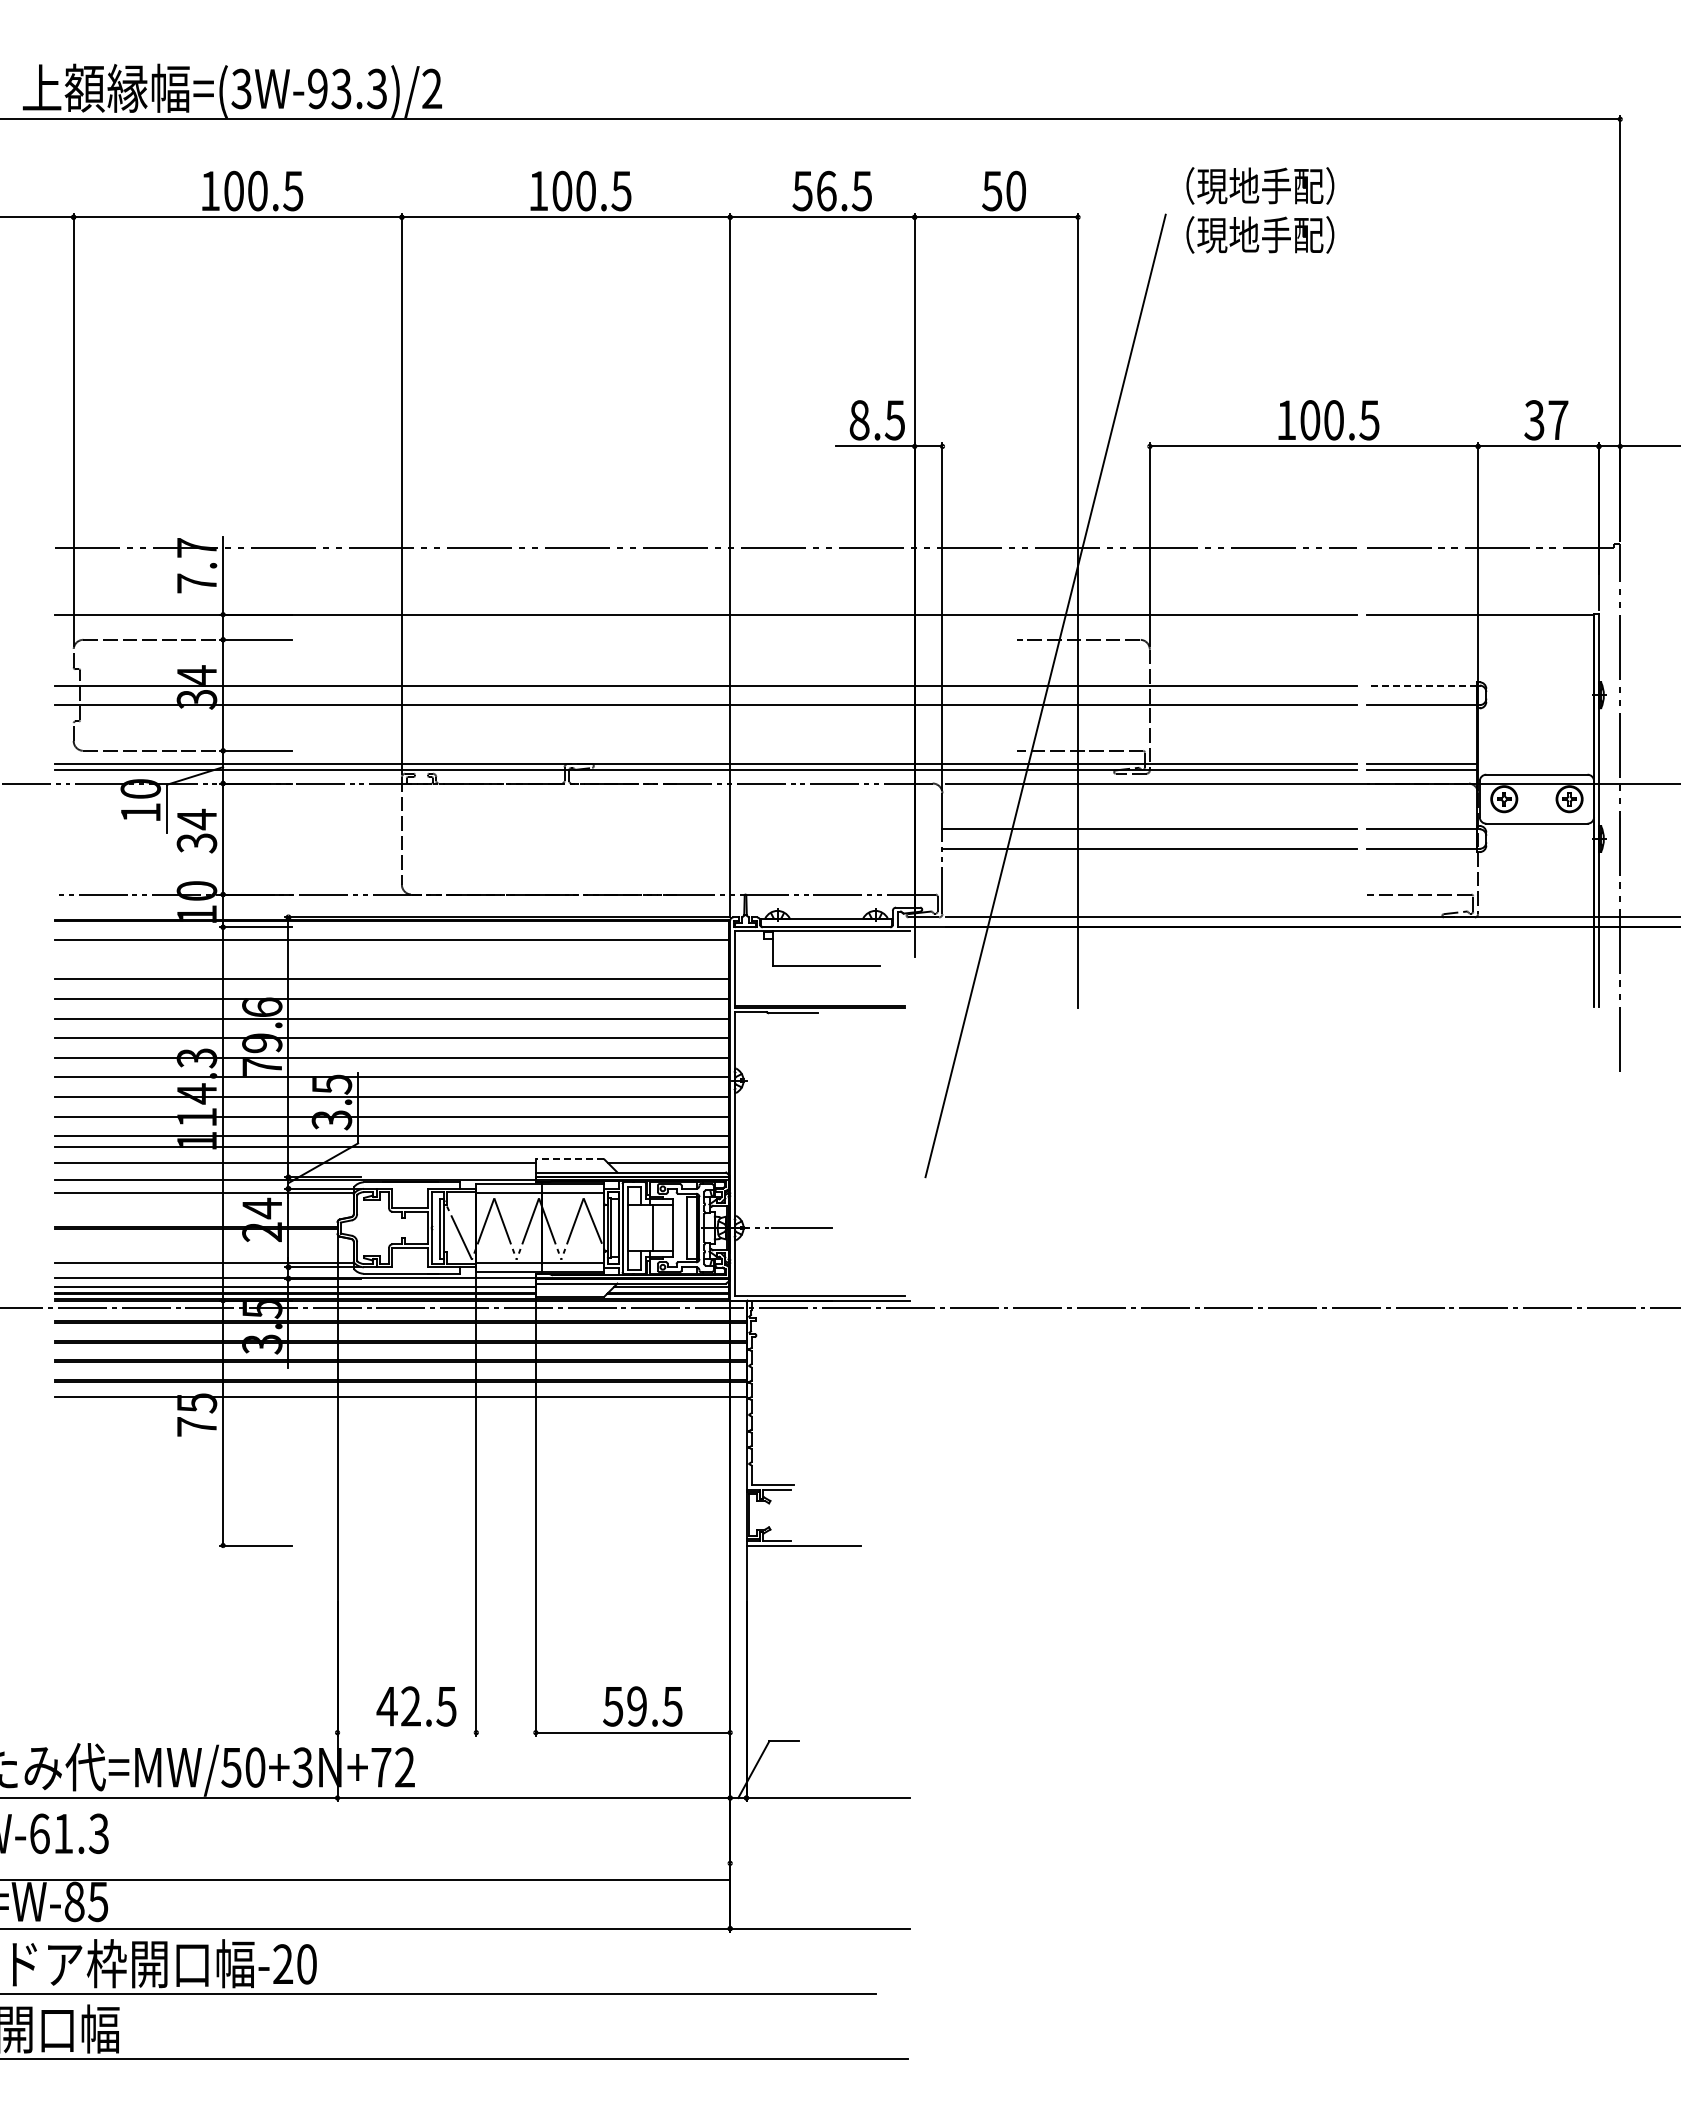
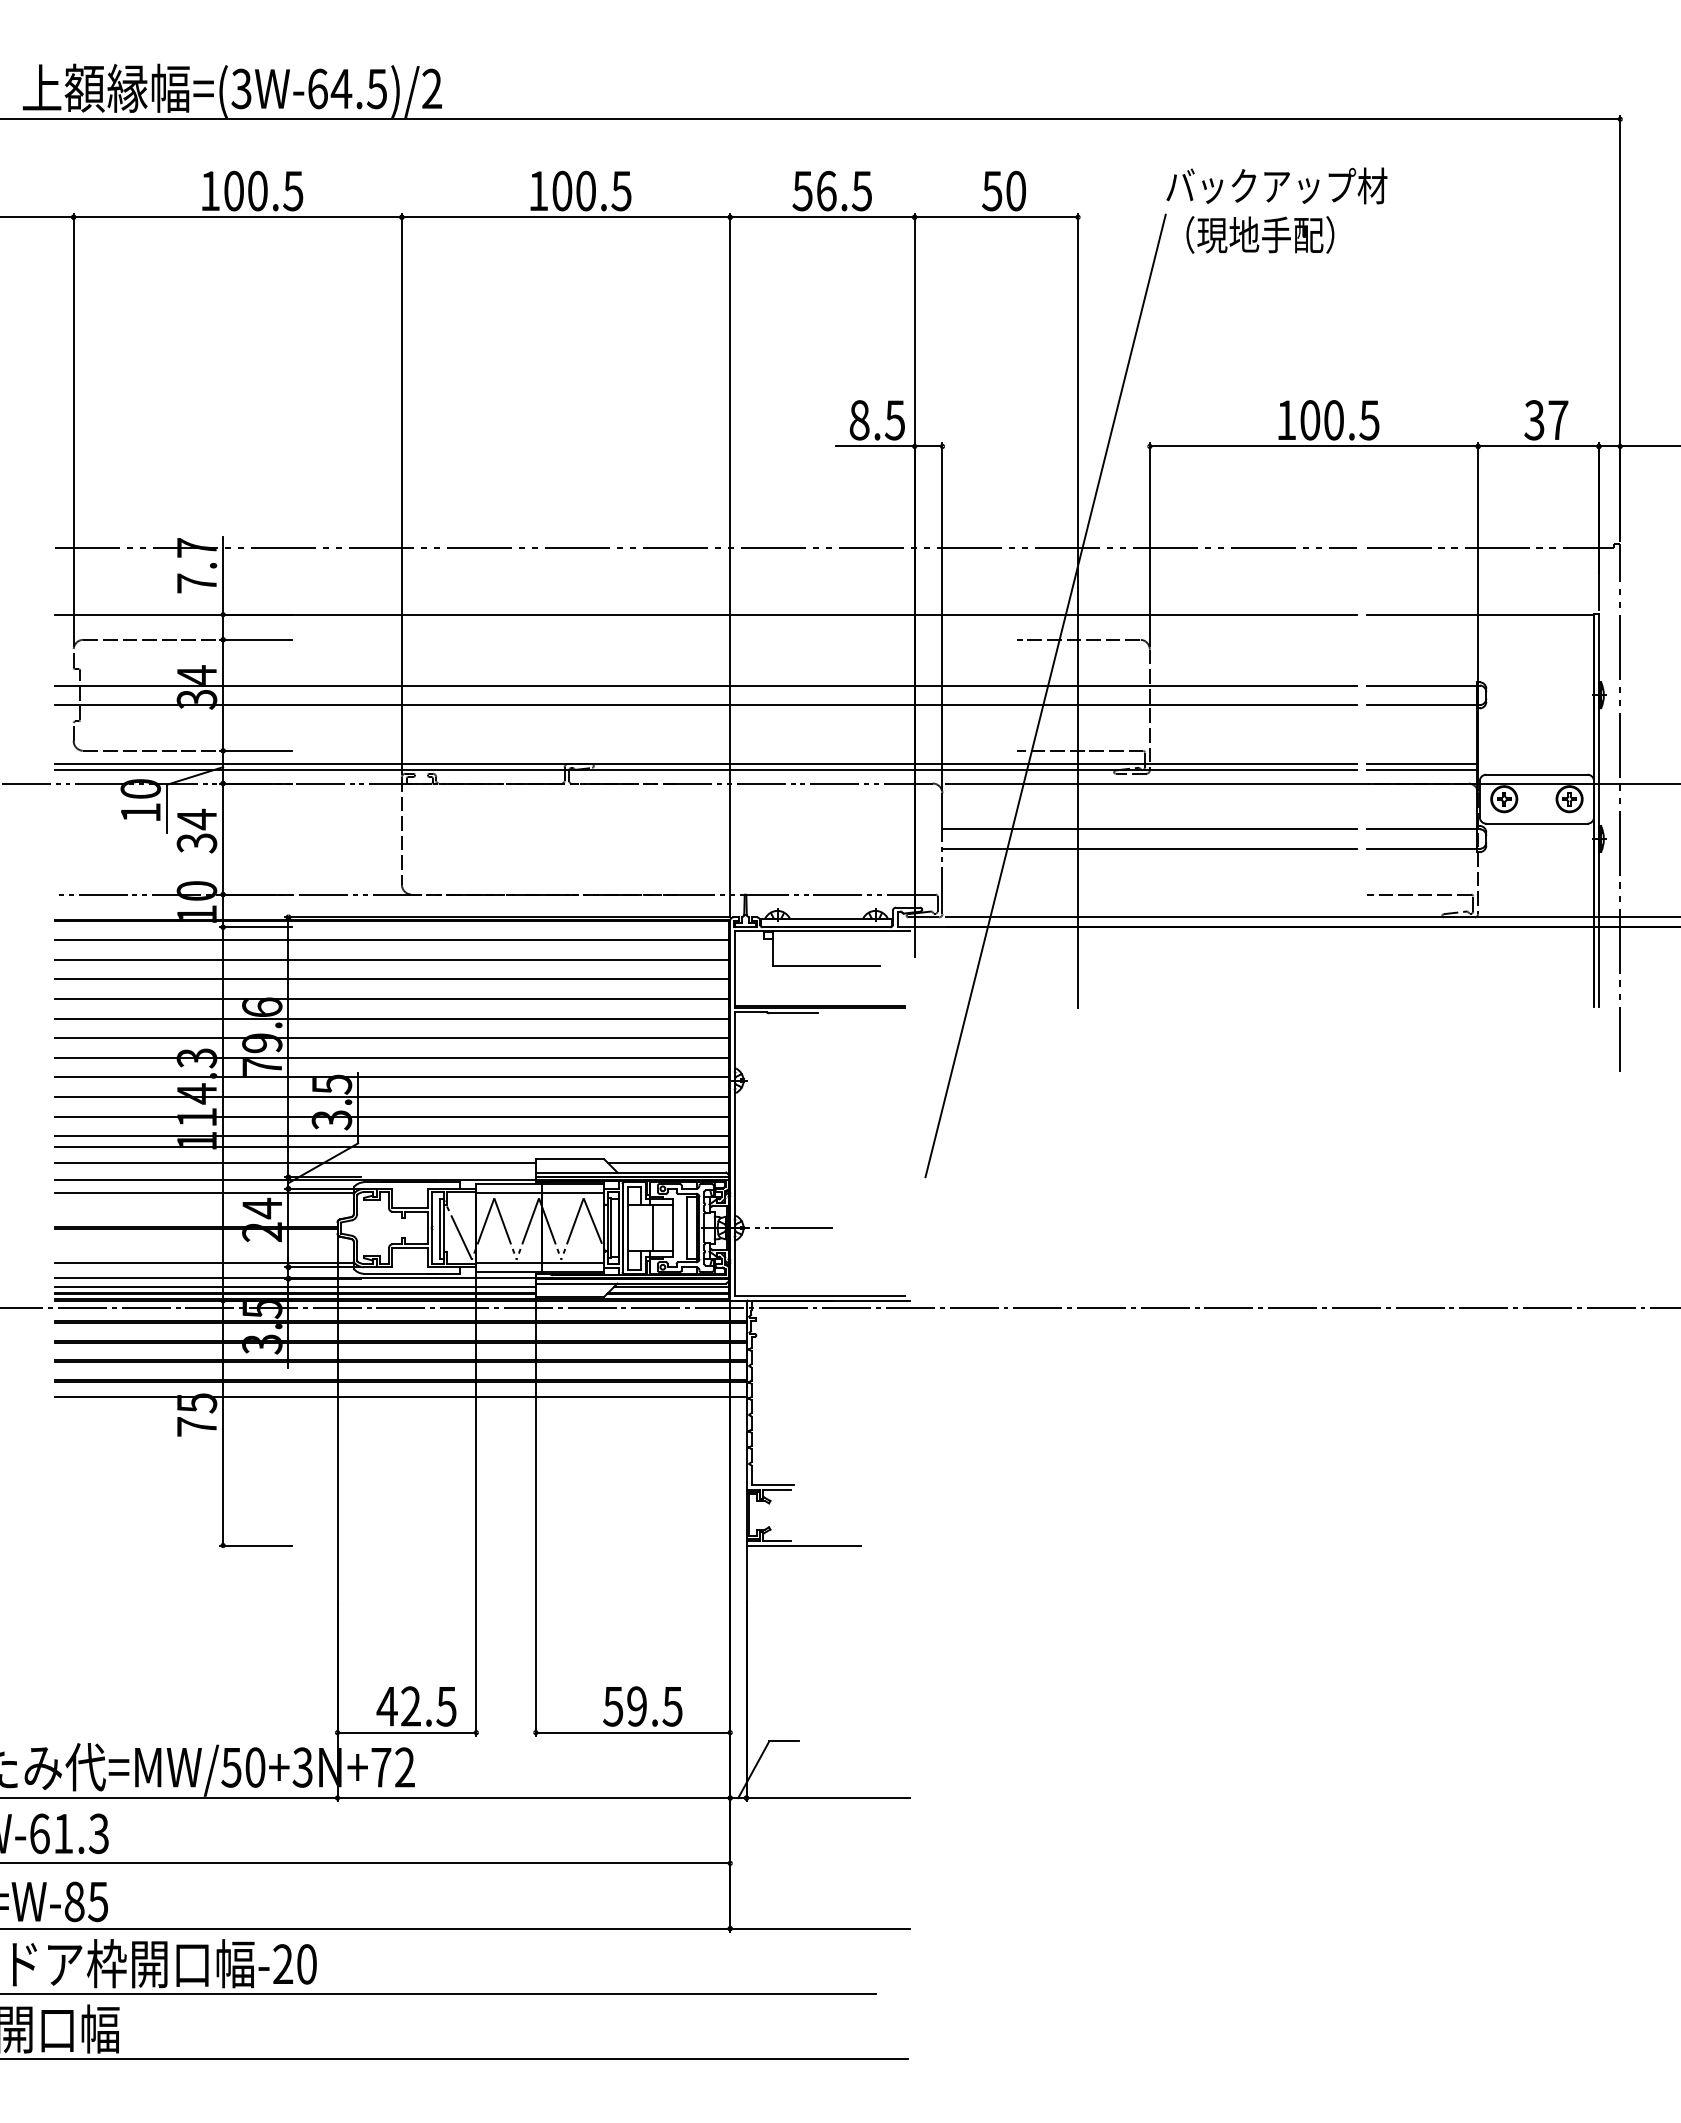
text at (347, 88): =(3W-93.3)/2 -> =(3W-64.5)/2
text at (1276, 185): （現地手配） -> バックアップ材
line at (1421, 685): dashed -> solid
line at (391, 959): none -> present
line at (569, 1159): dashed -> solid
line at (406, 1732): none -> present
line at (366, 1880) position: (366, 1880) -> (366, 1863)
